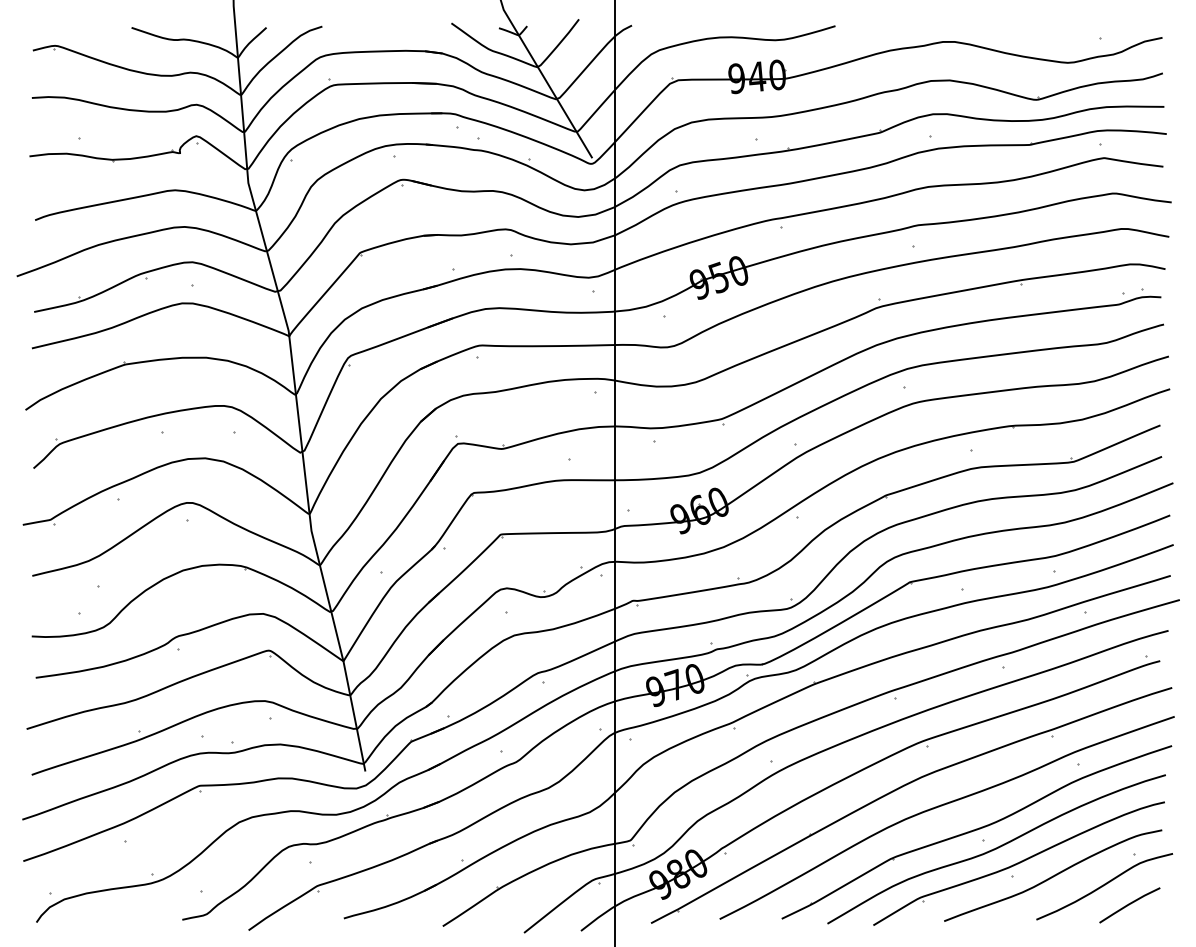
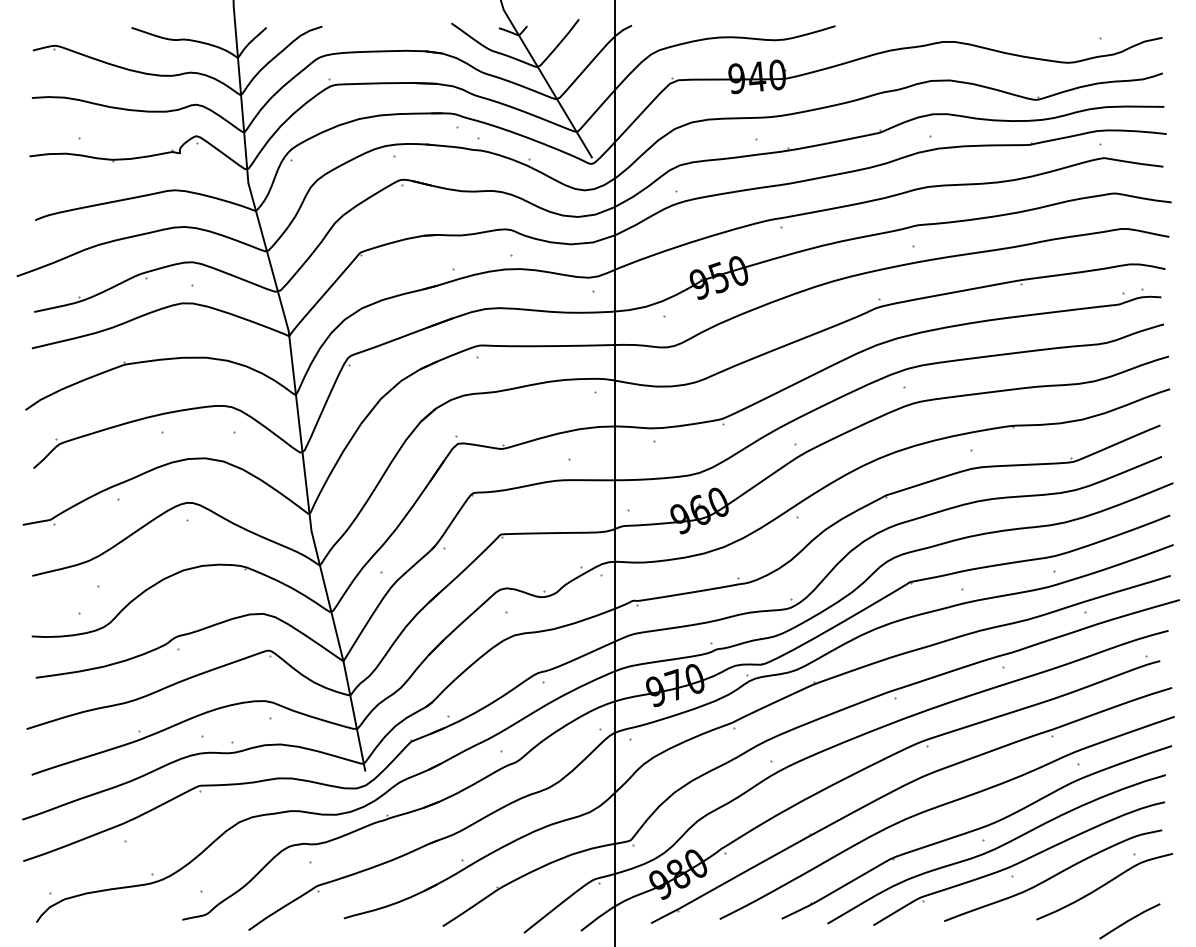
line at (1129, 905) position: (1129, 905) -> (1129, 921)
